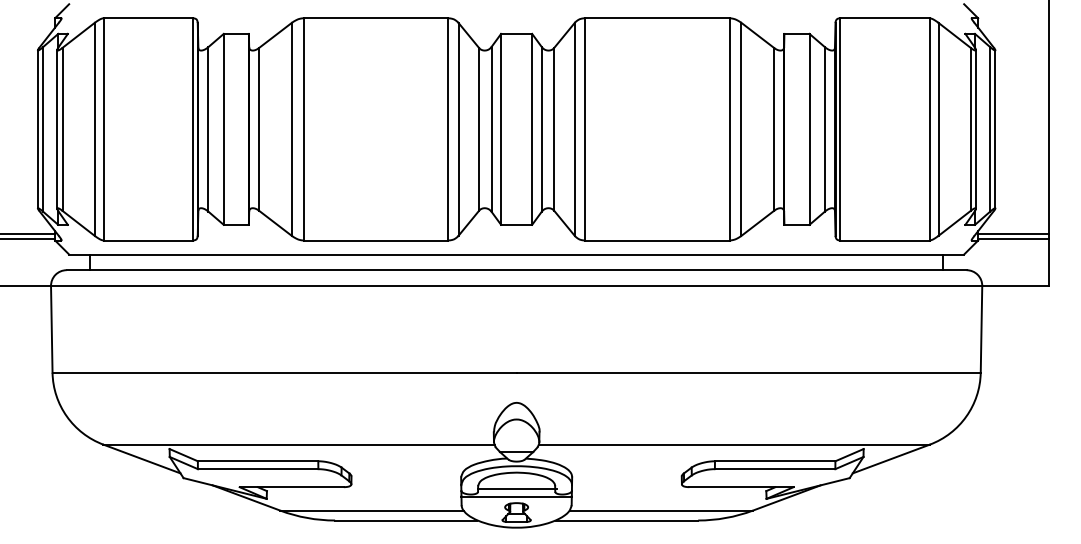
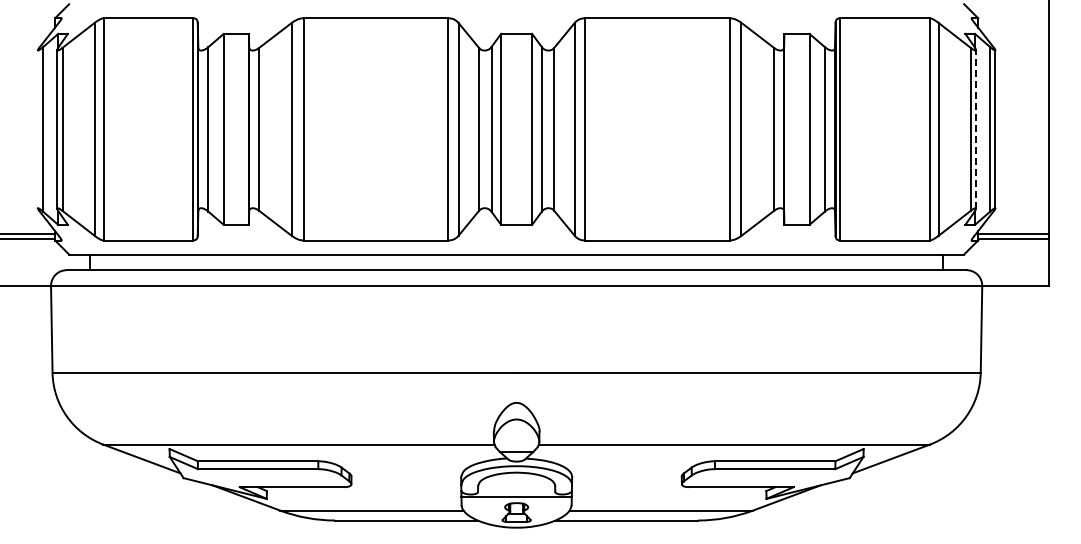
line at (976, 128): solid -> dashed
line at (37, 129): present -> none
line at (517, 488): present -> none
